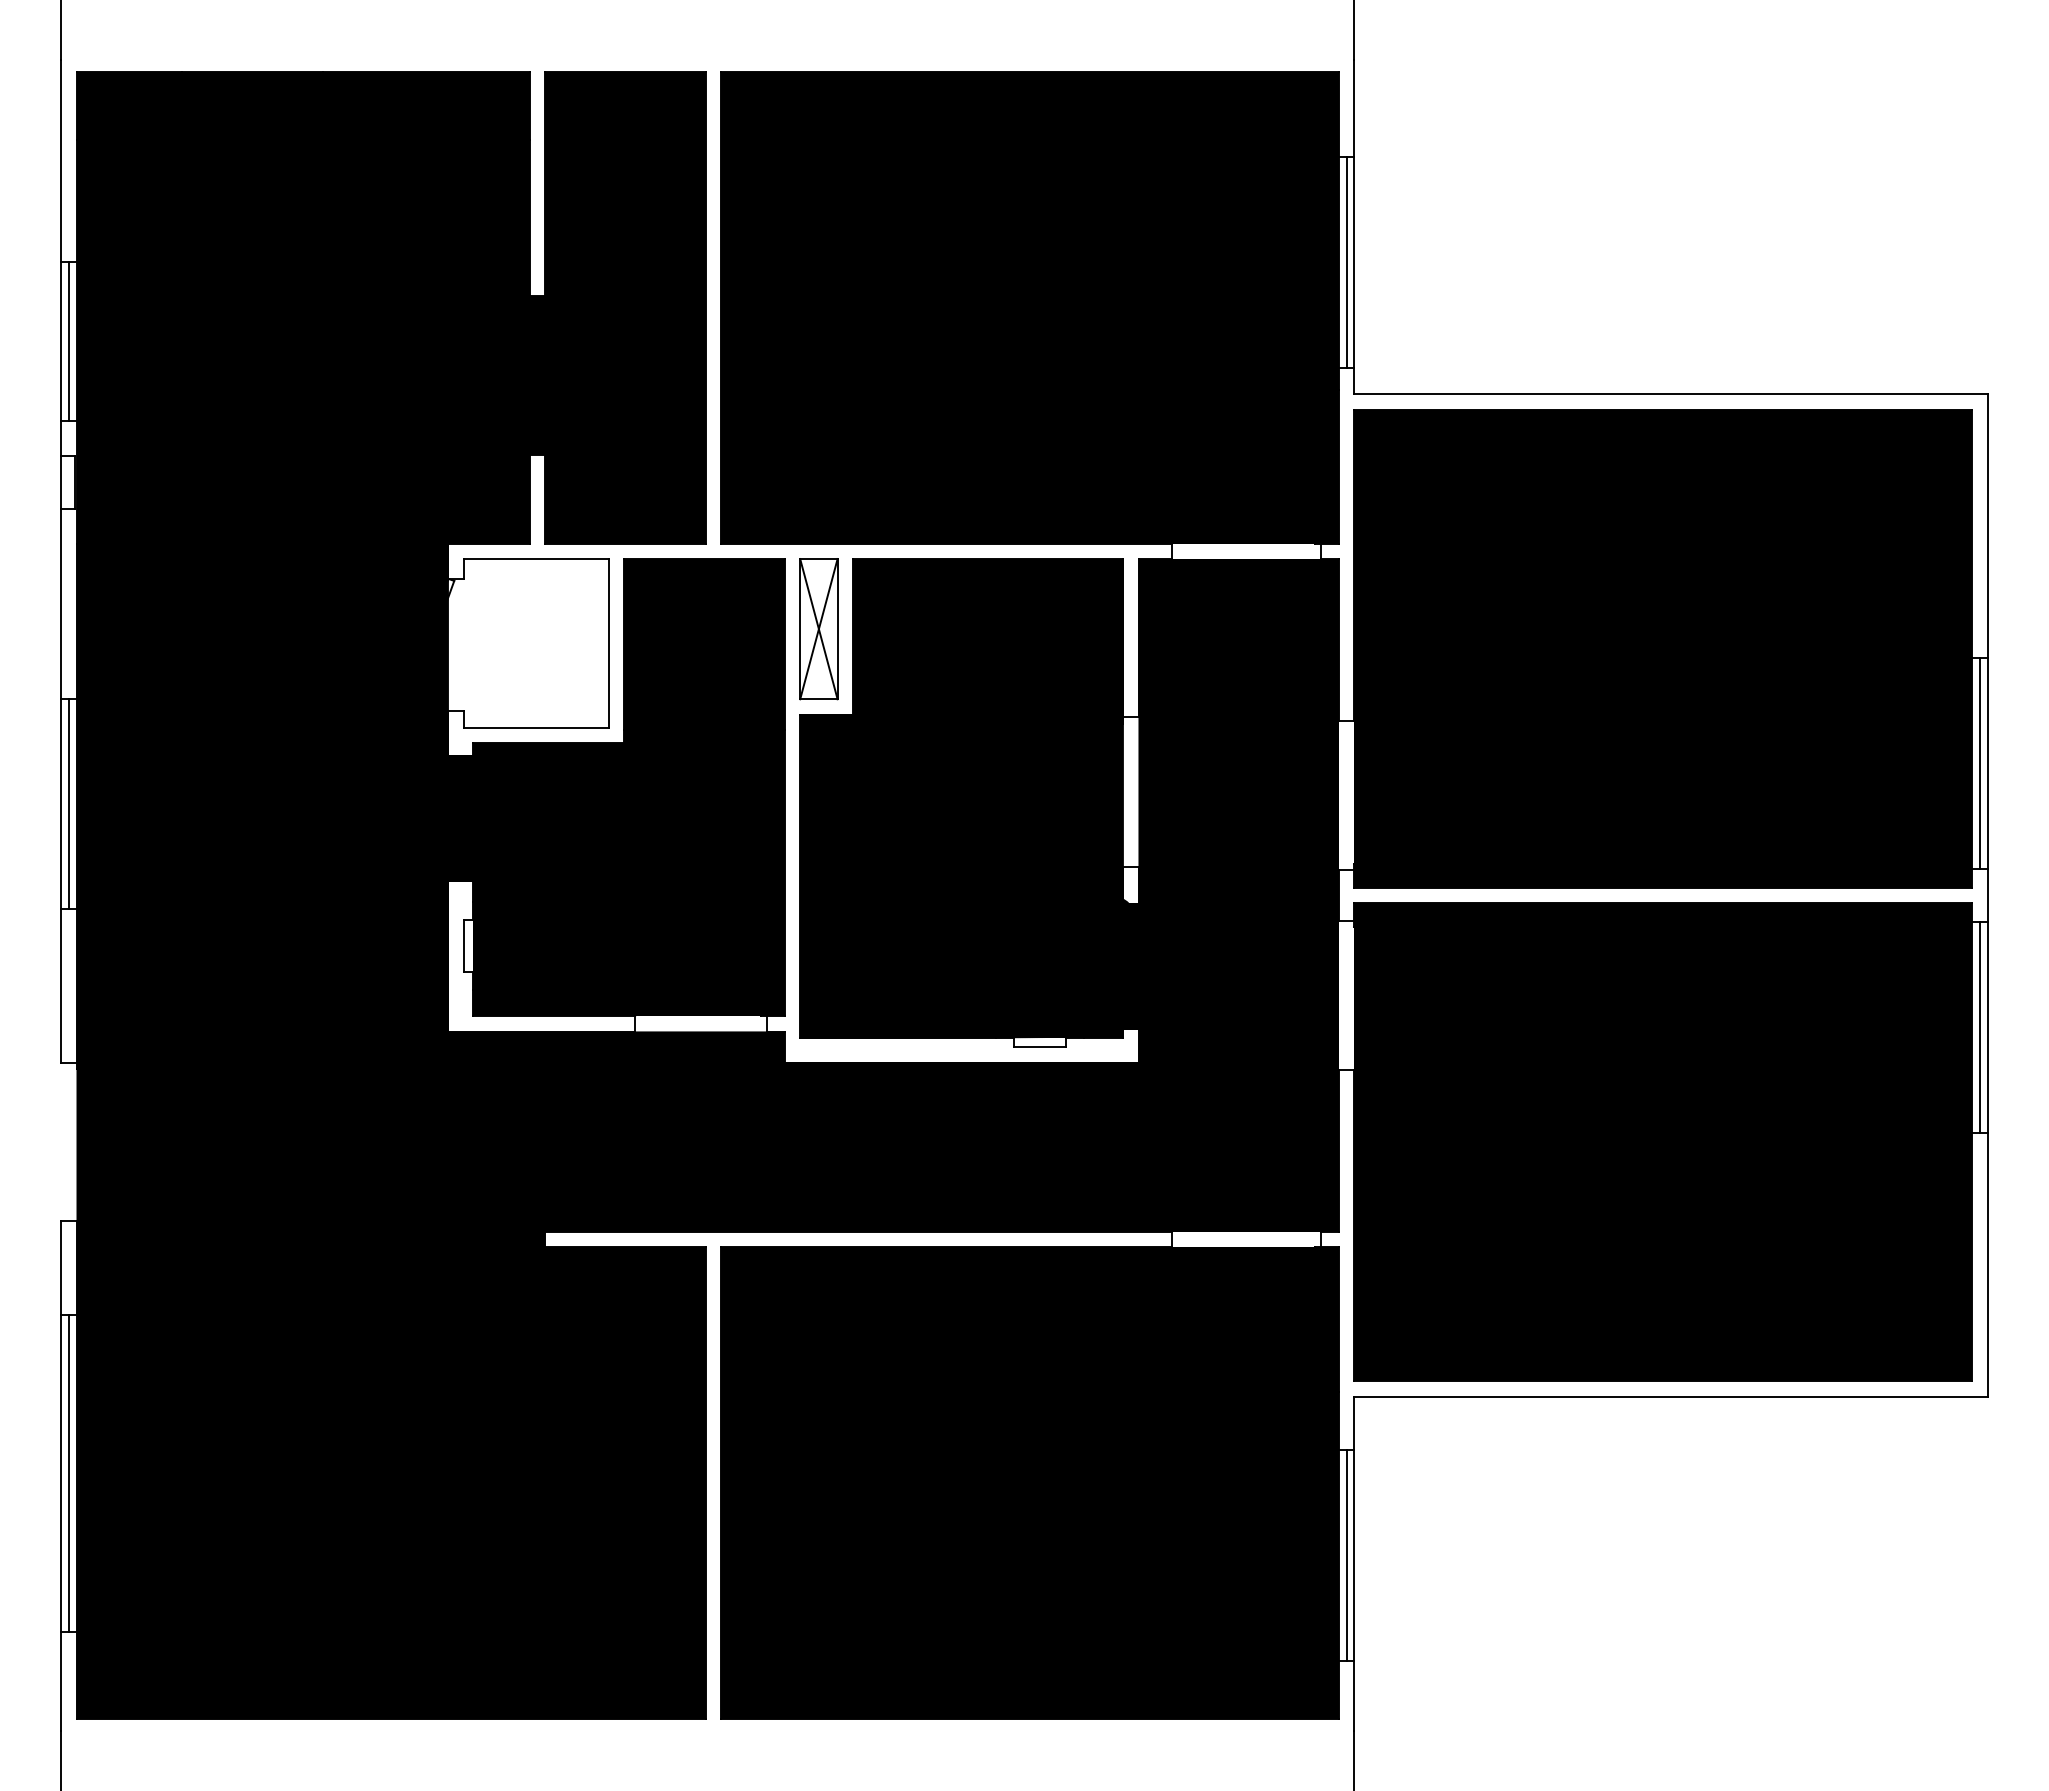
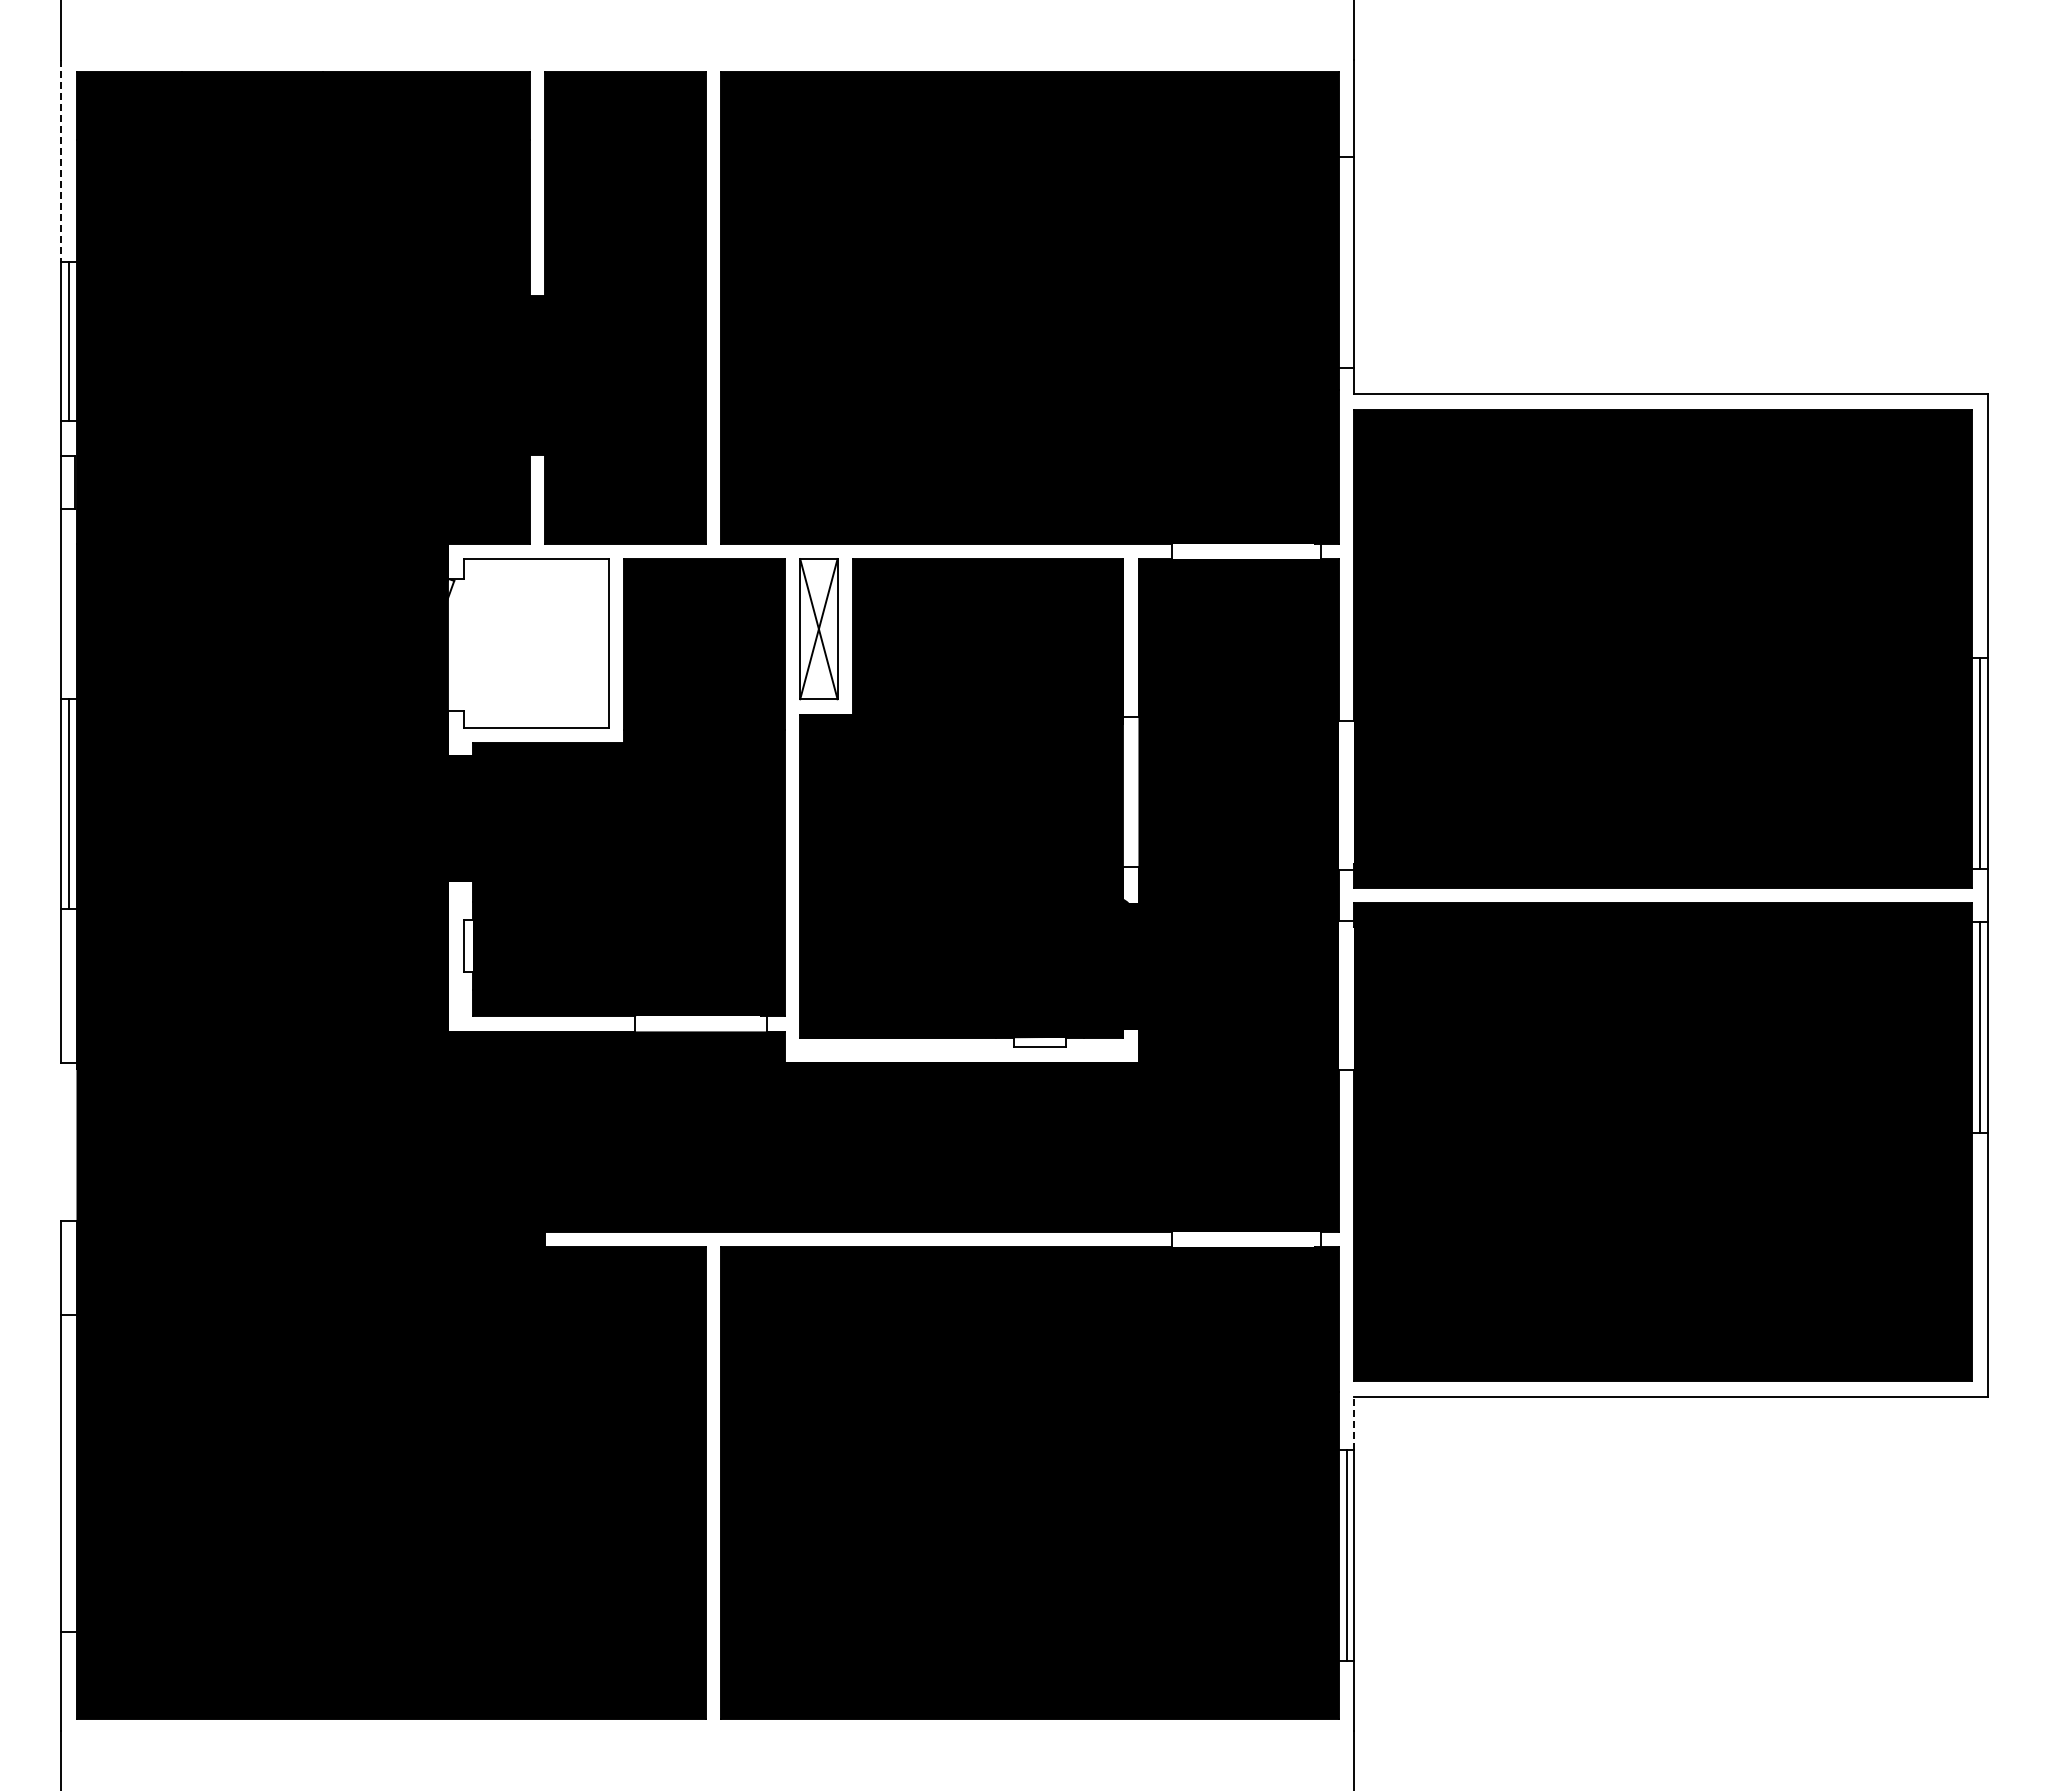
line at (61, 161): solid -> dashed
line at (1346, 261): present -> none
line at (1354, 1422): solid -> dashed
line at (69, 1473): present -> none
